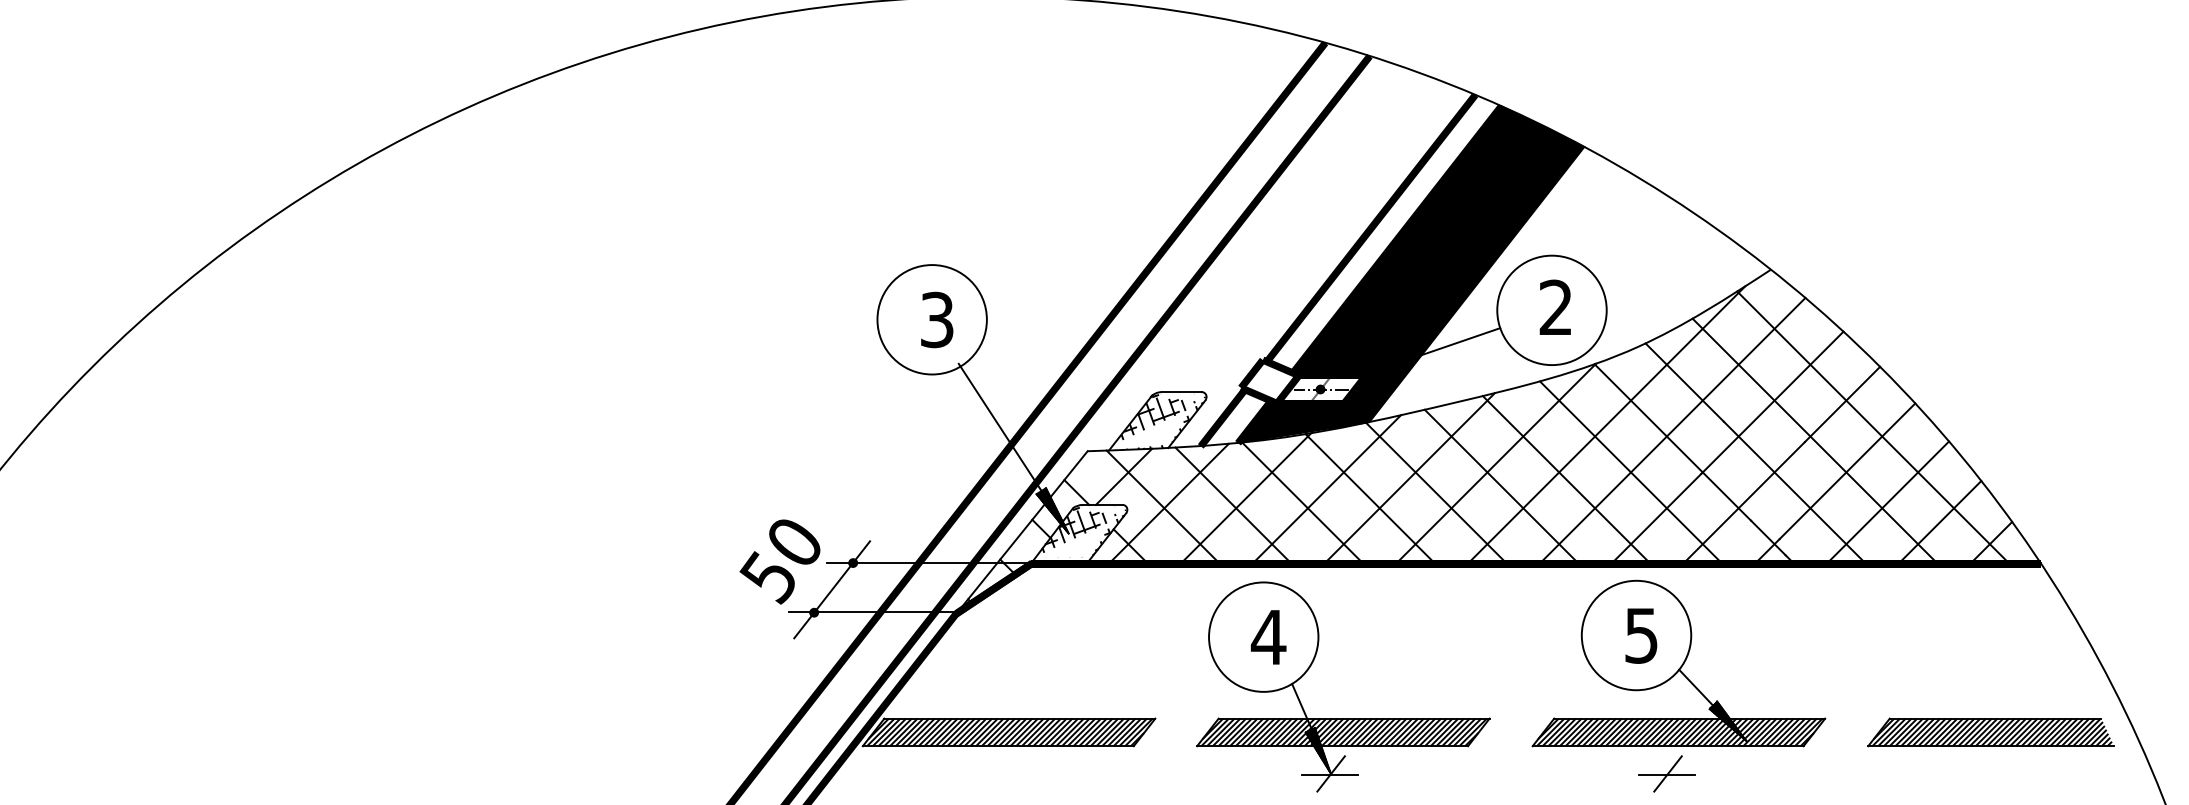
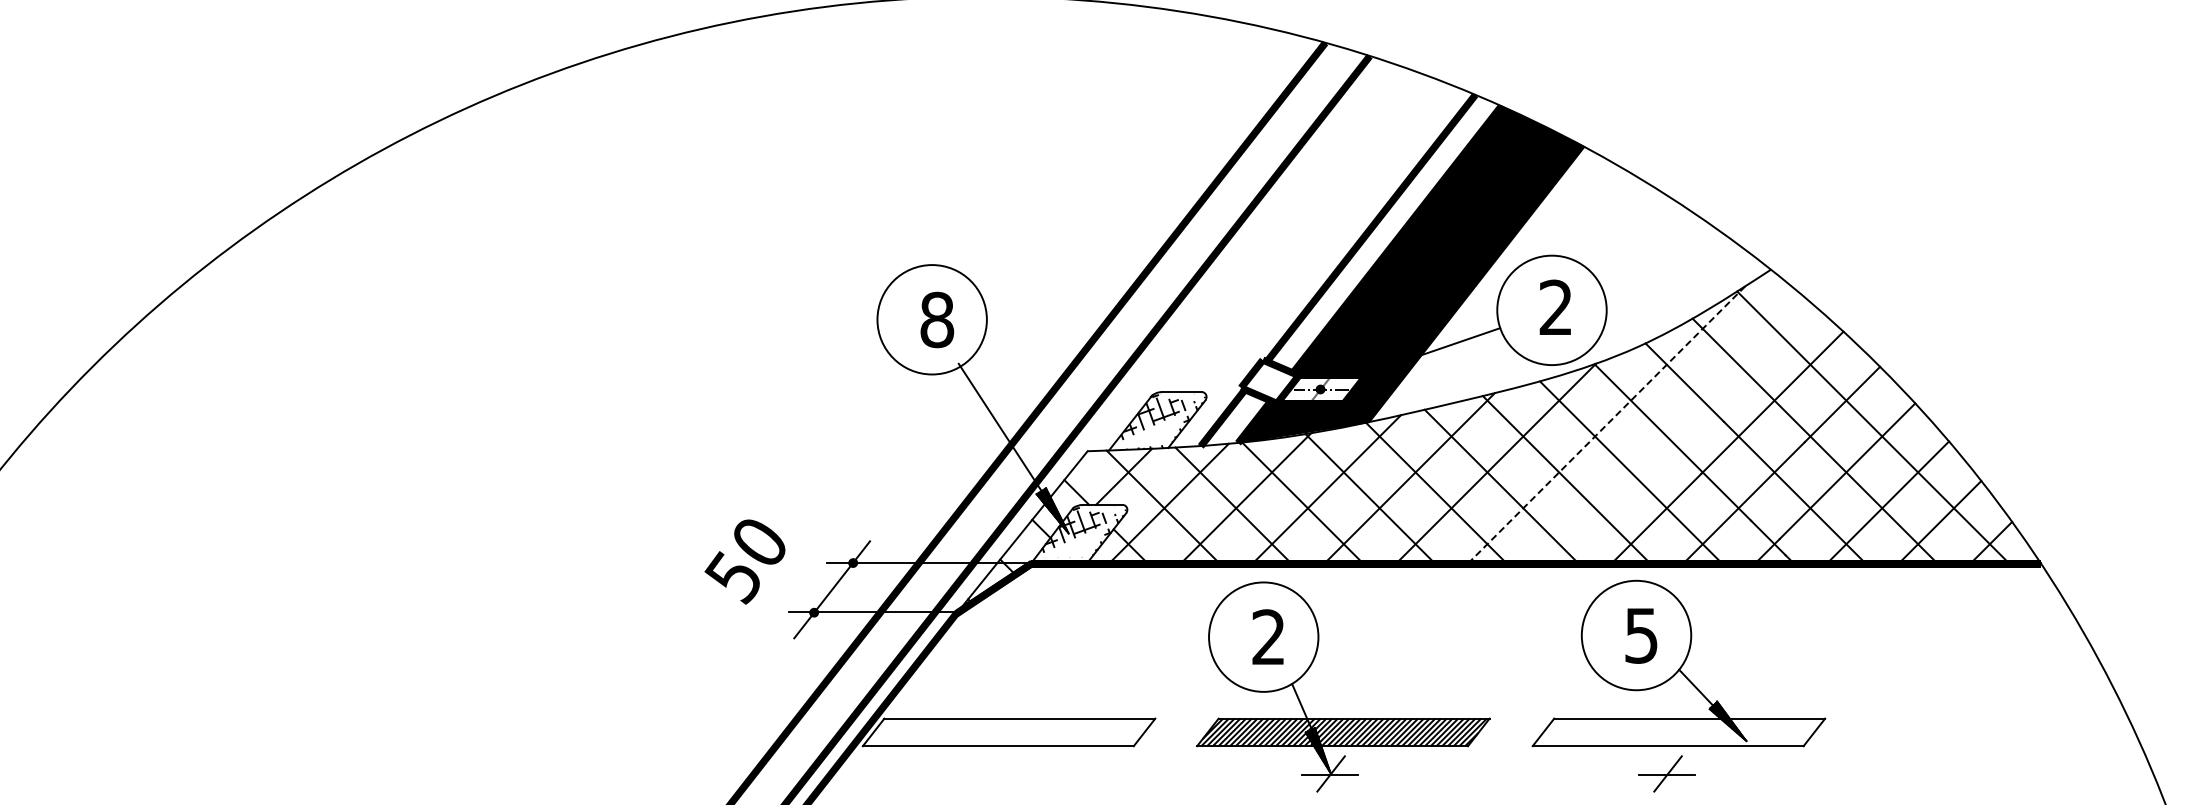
text at (937, 319): 3 -> 8
line at (1606, 424): solid -> dashed
line at (1672, 430): present -> none
text at (779, 561) position: (779, 561) -> (744, 561)
text at (1268, 636): 4 -> 2
hatch at (1009, 732): present -> none
hatch at (1679, 732): present -> none
part at (1990, 732): present -> none
